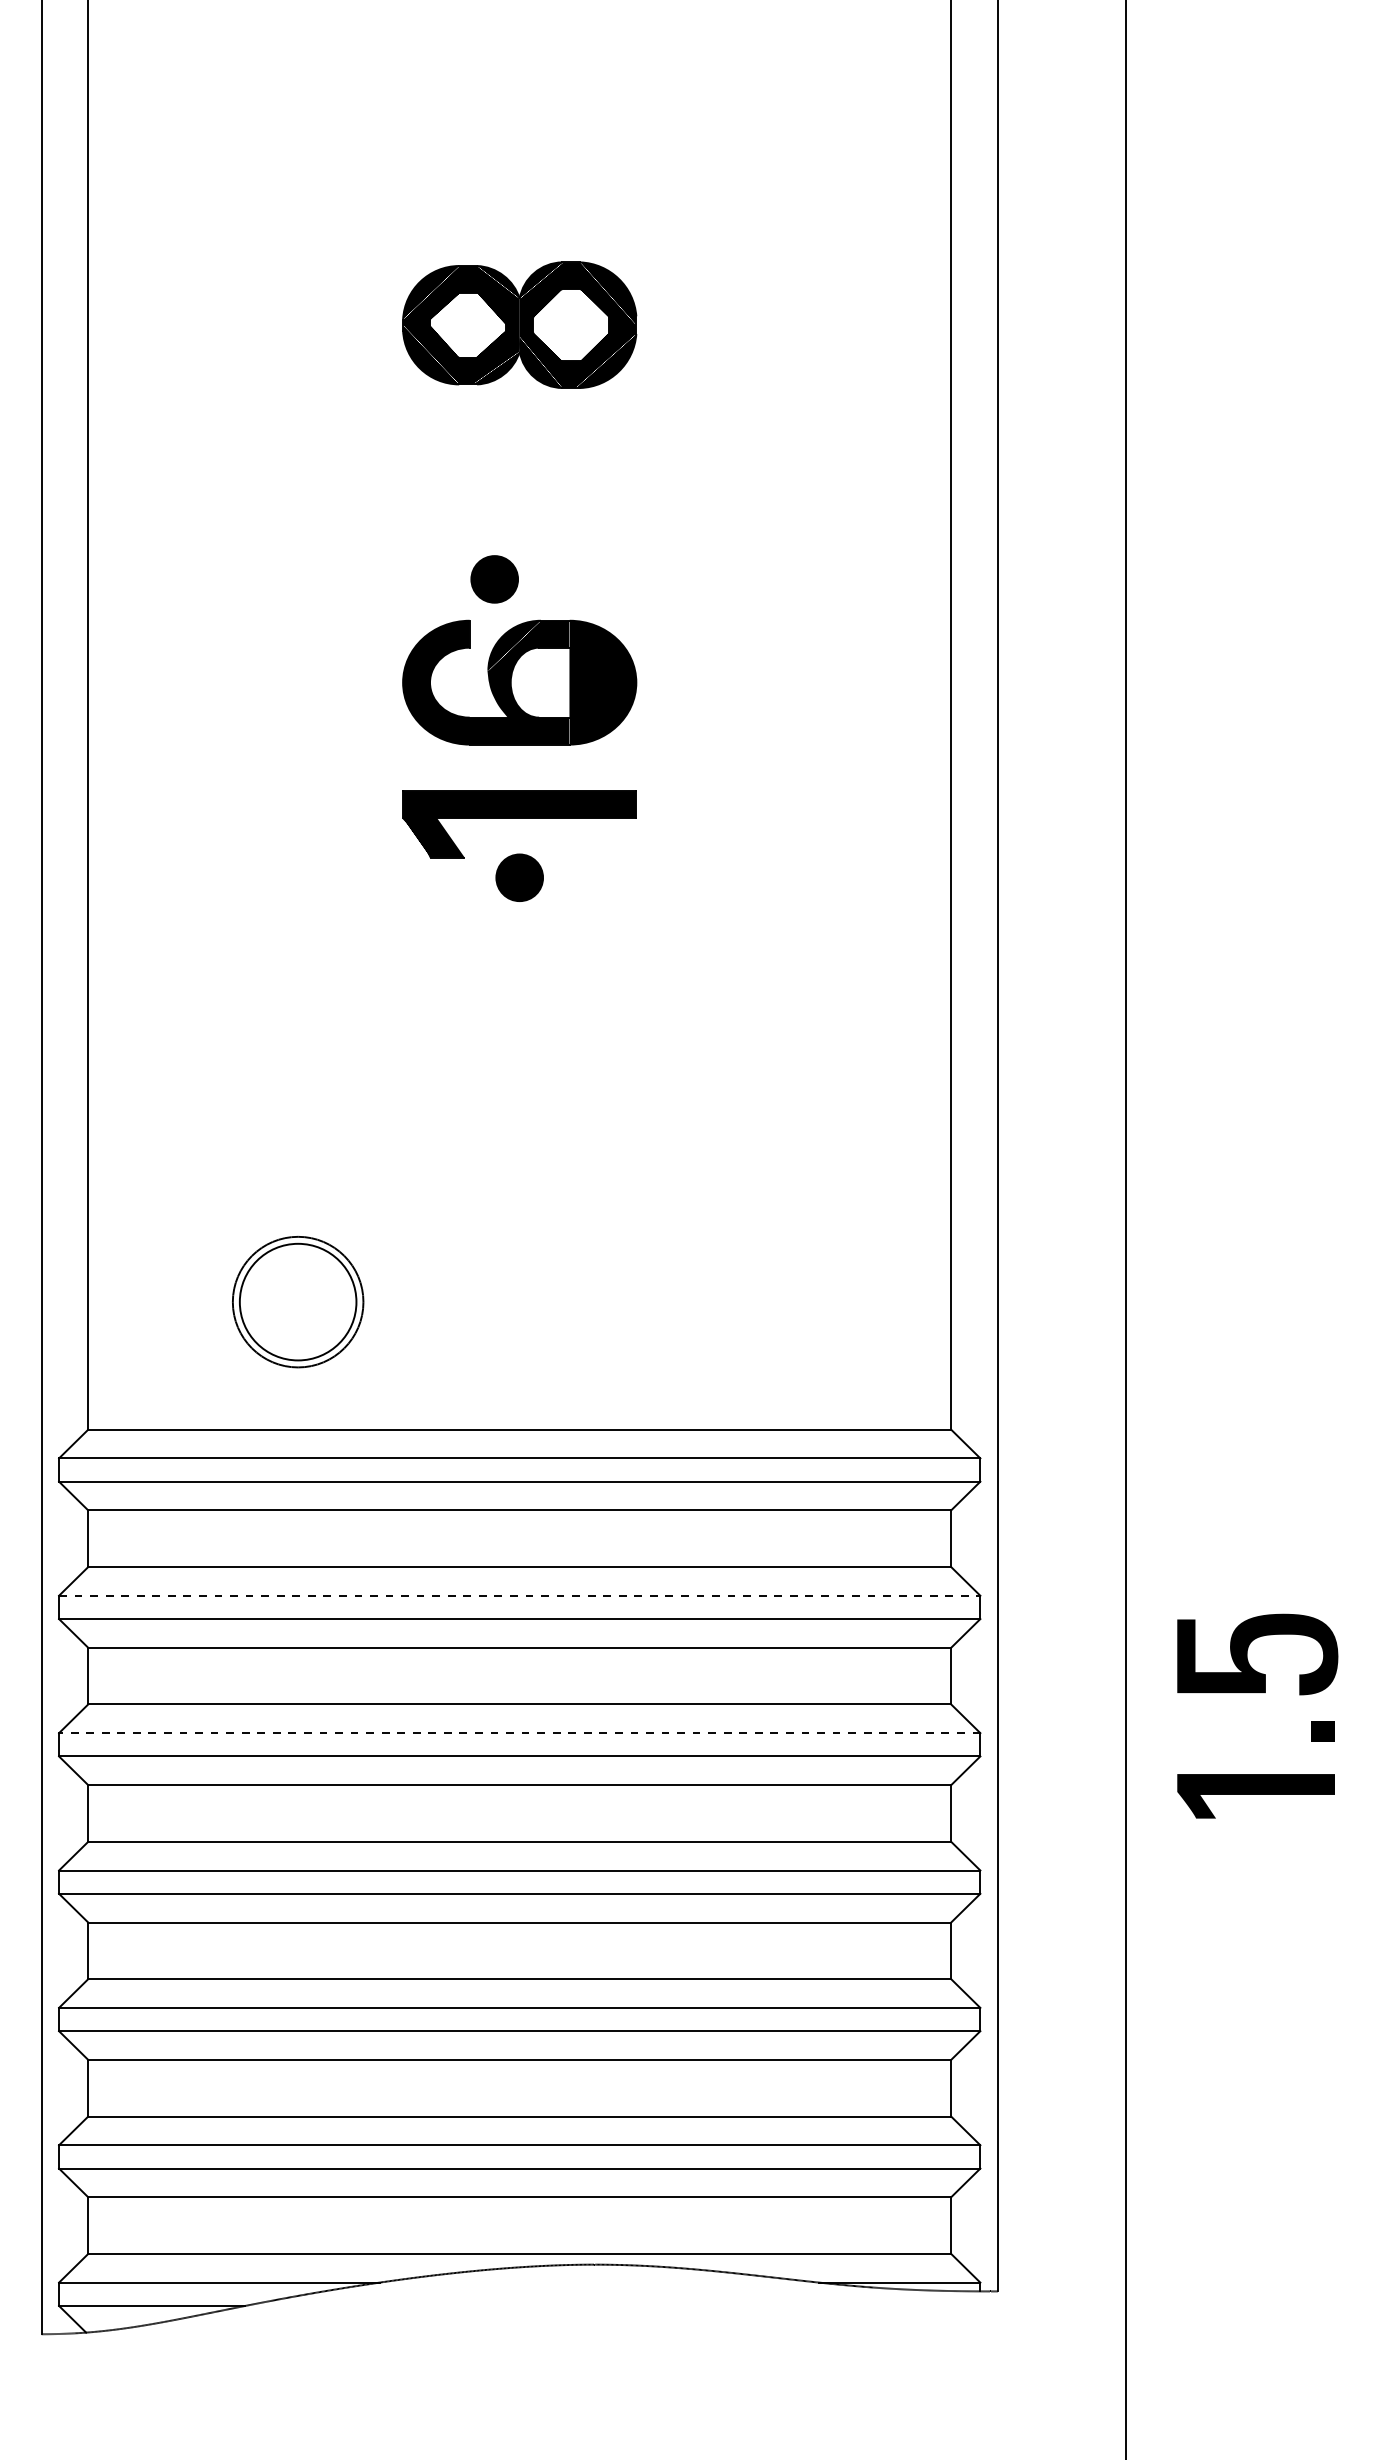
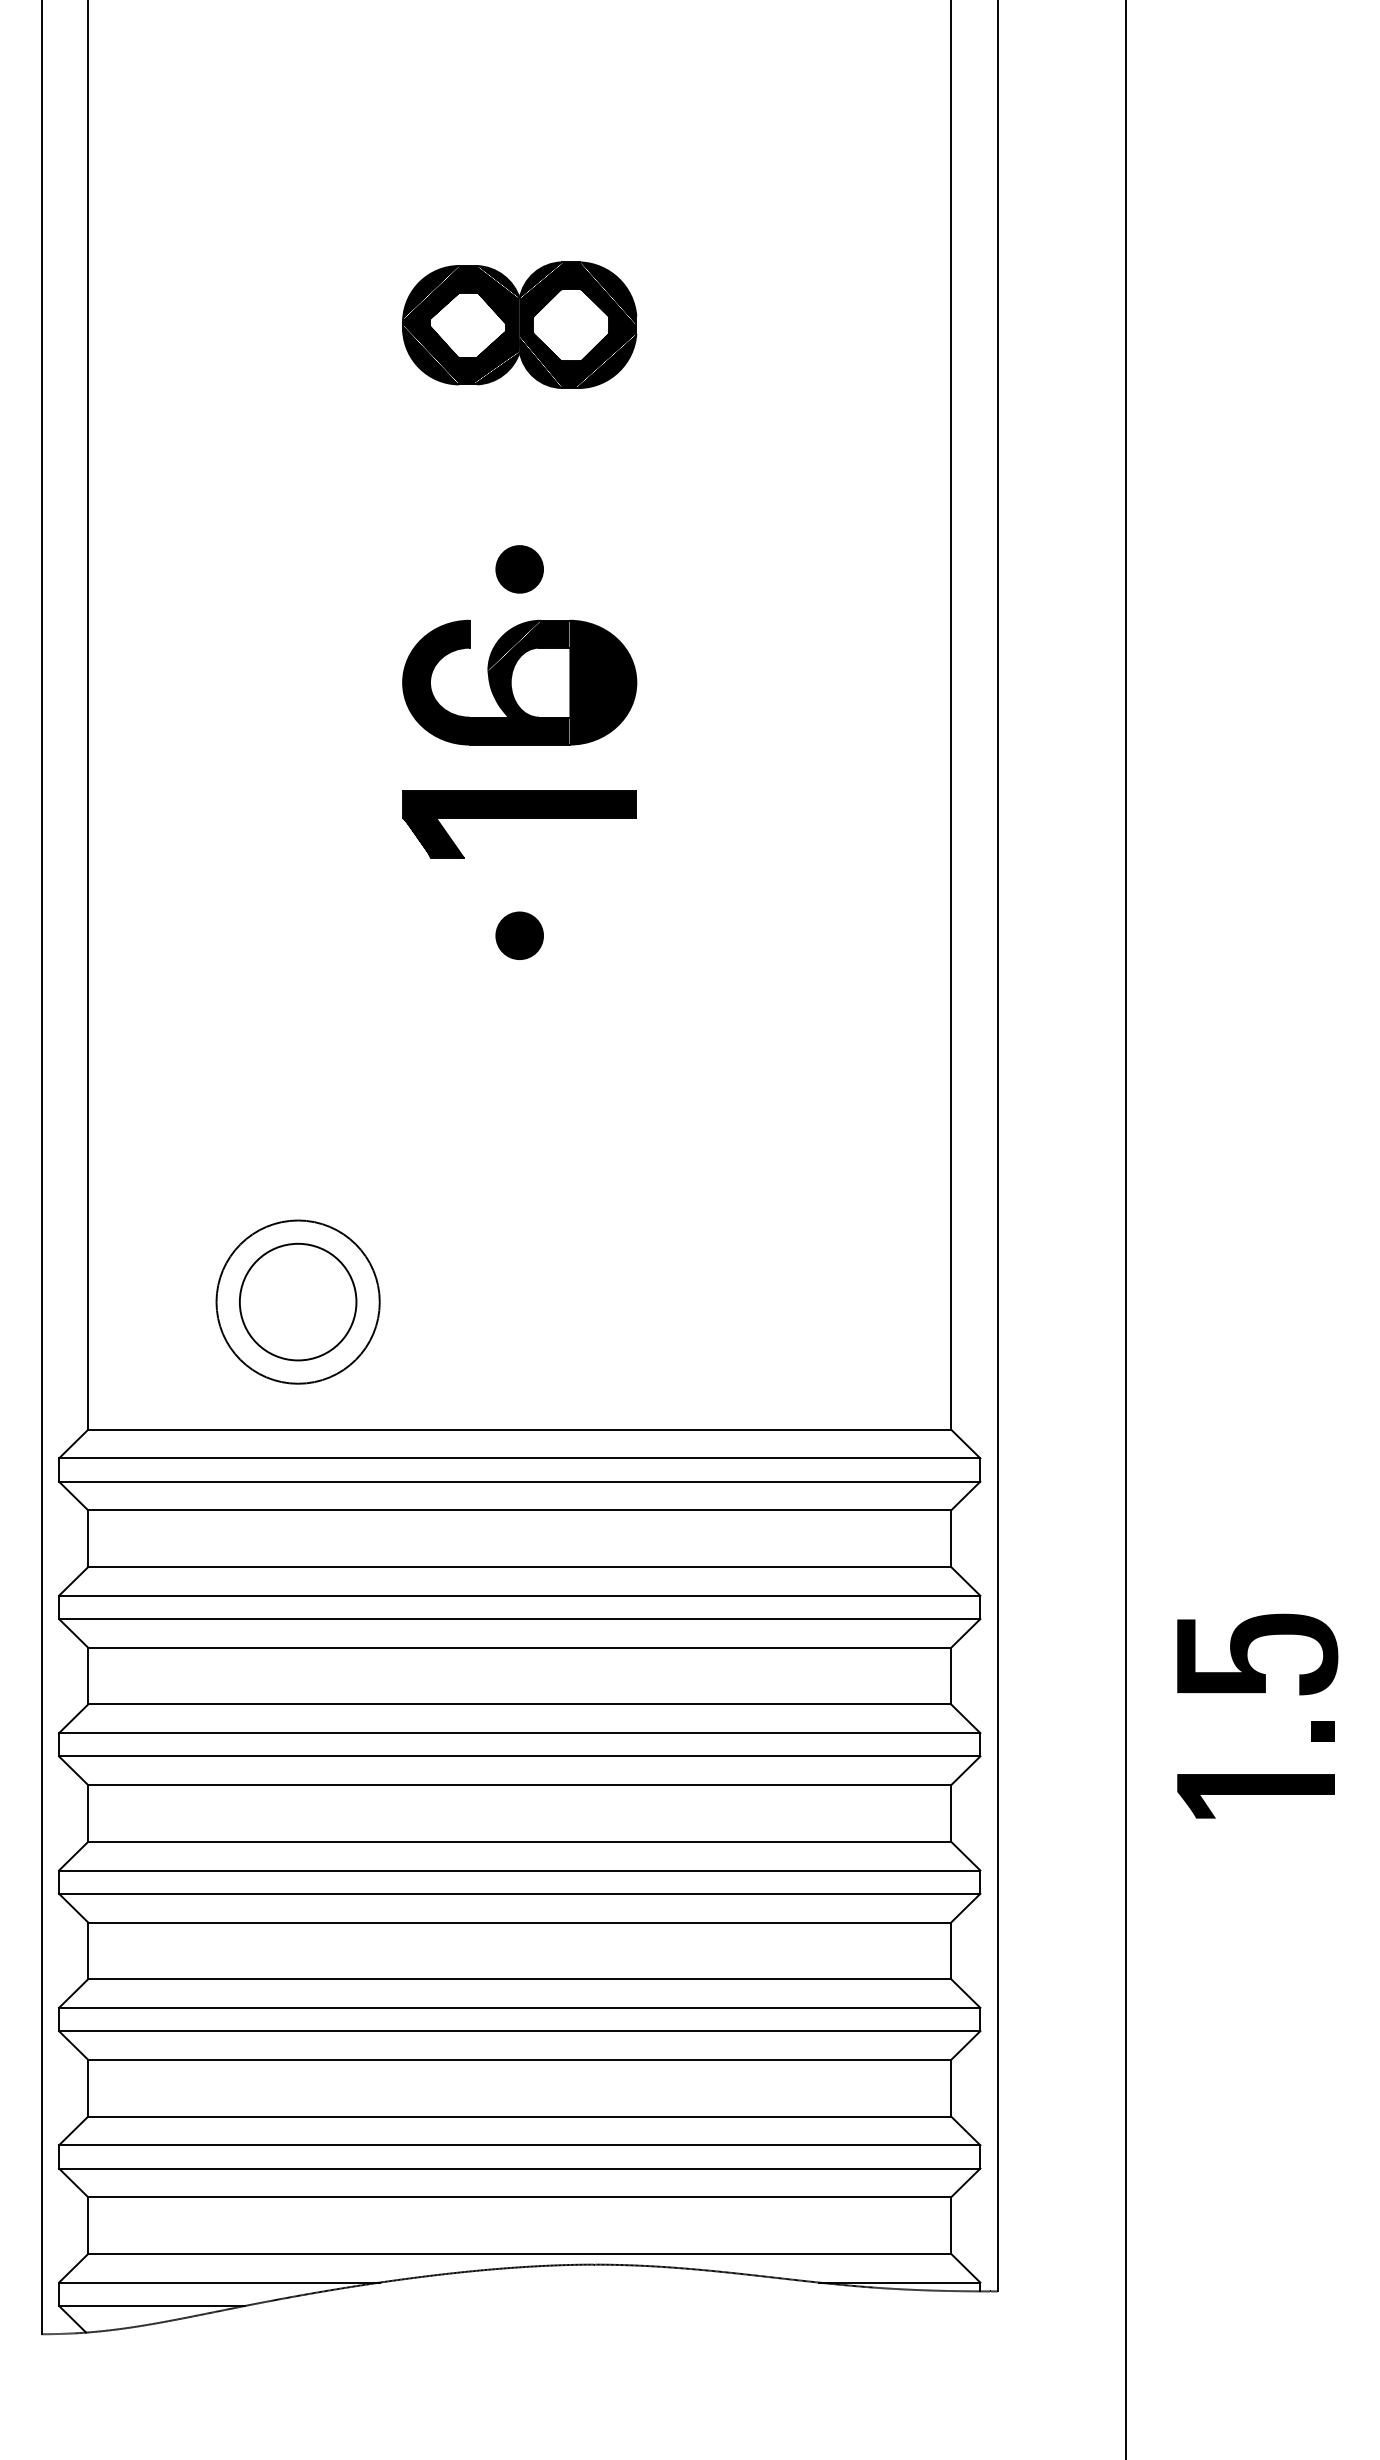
part at (494, 579) position: (494, 579) -> (519, 569)
part at (519, 877) position: (519, 877) -> (519, 935)
circle at (297, 1301) diameter: 131 px -> 163 px
line at (519, 1595): dashed -> solid
line at (519, 1733): dashed -> solid
